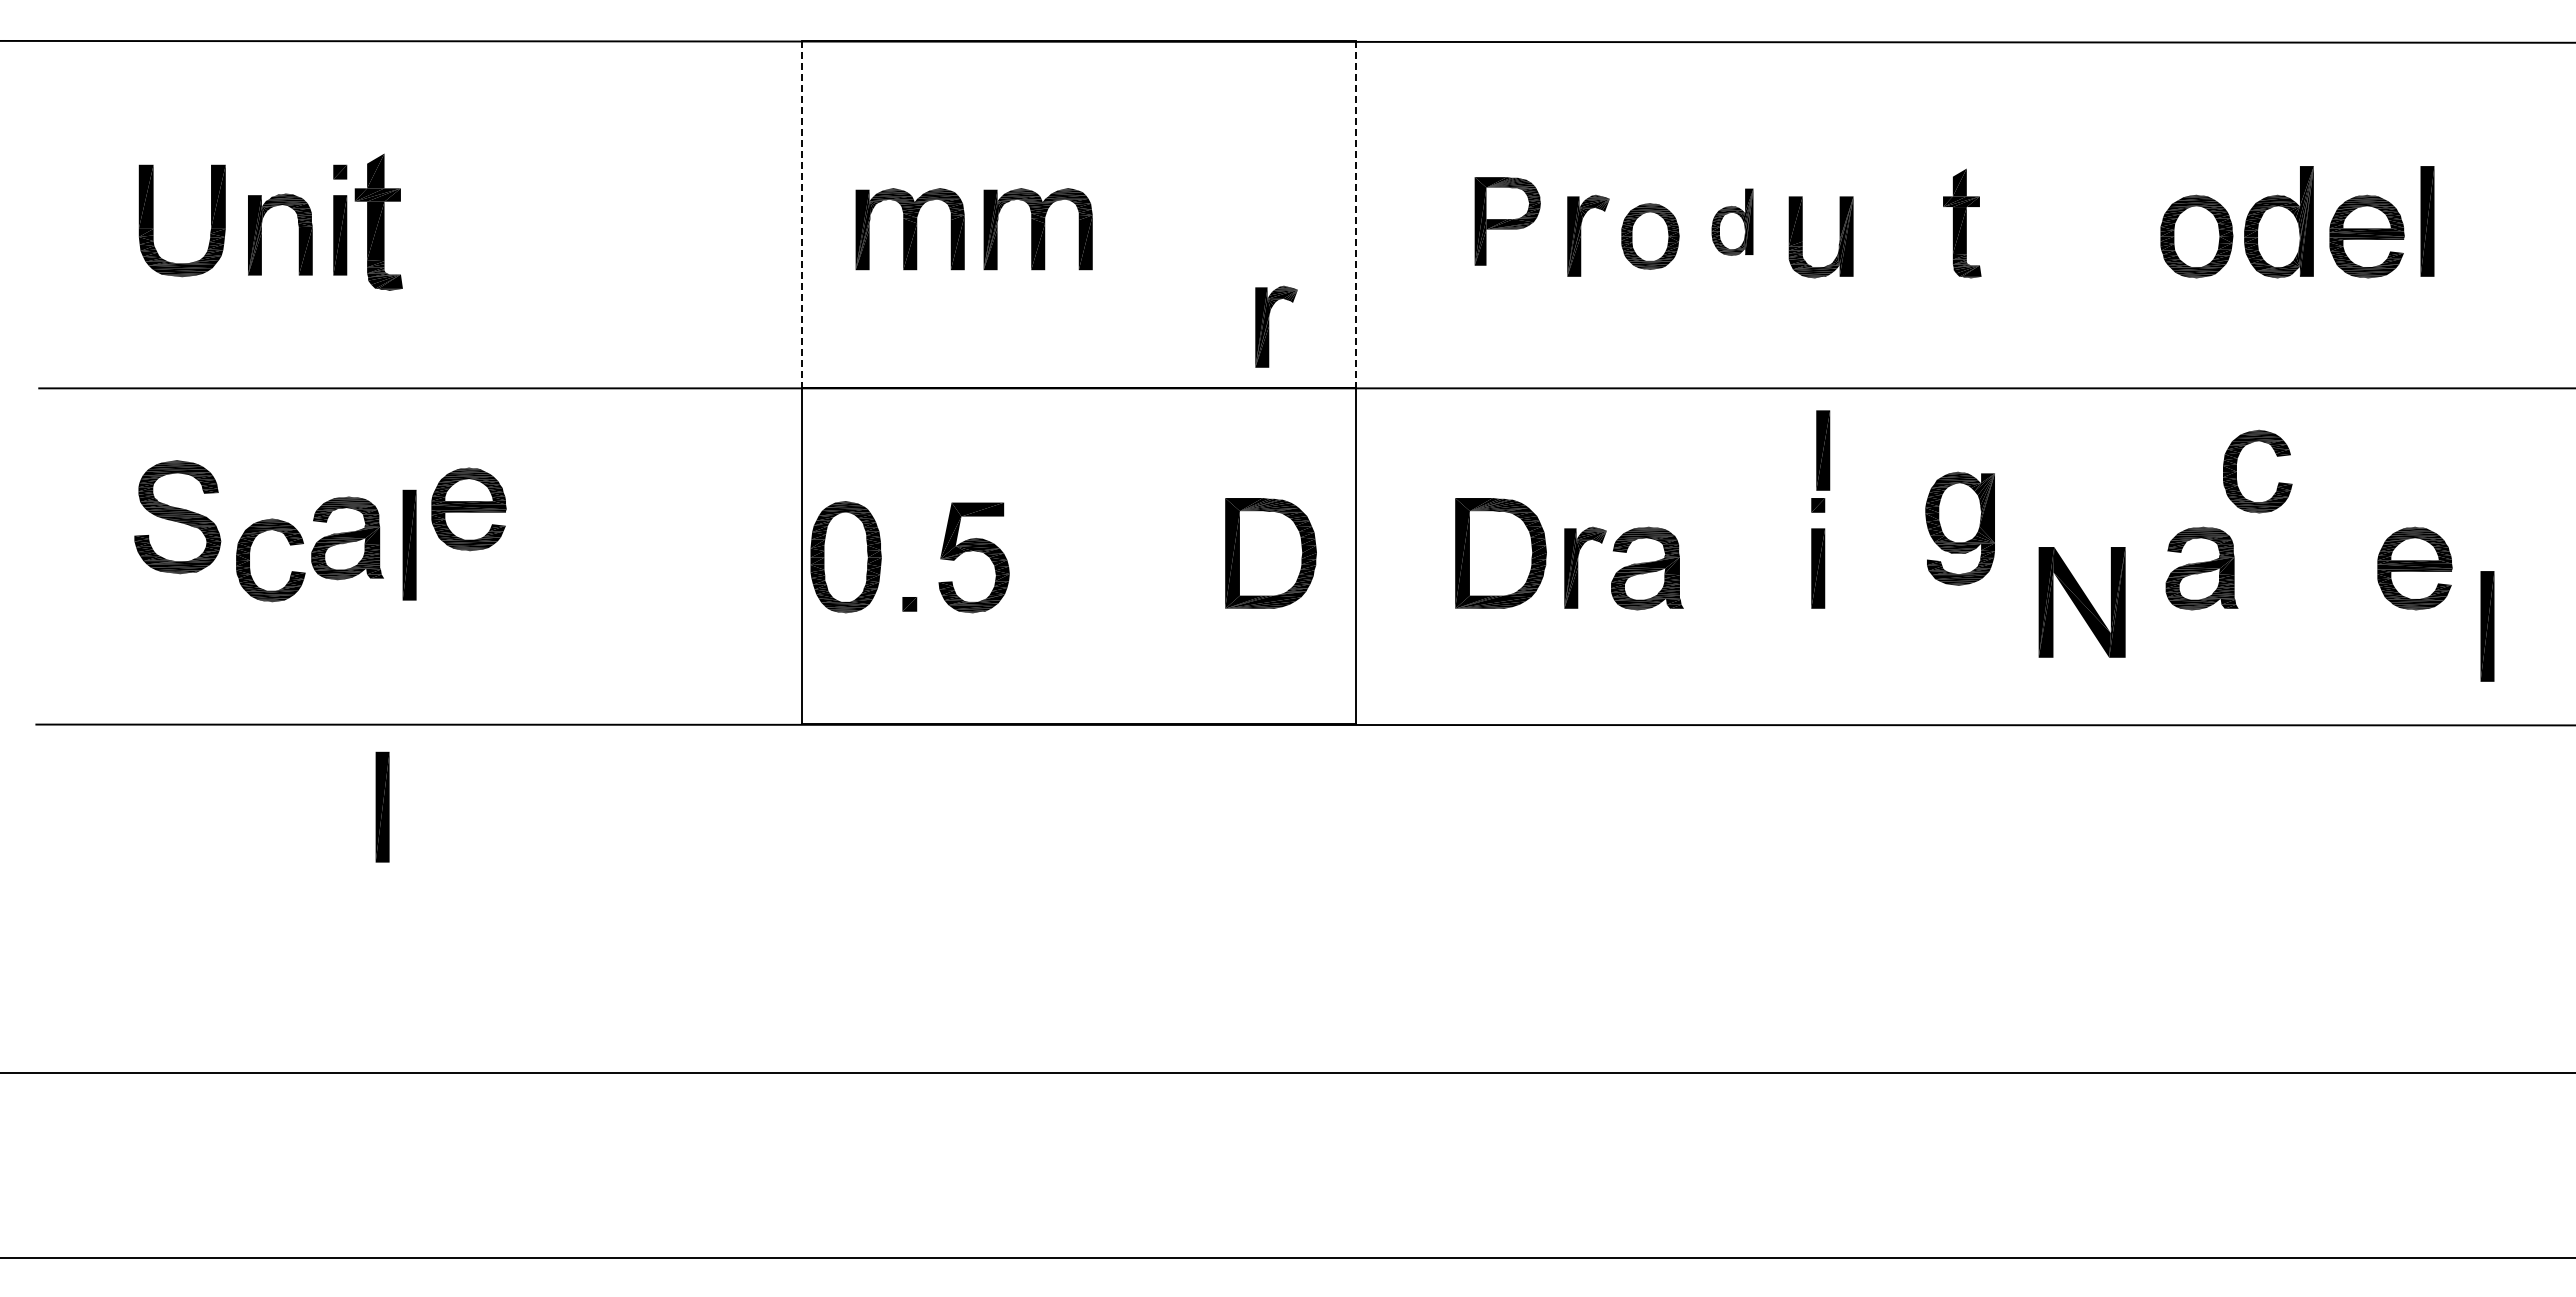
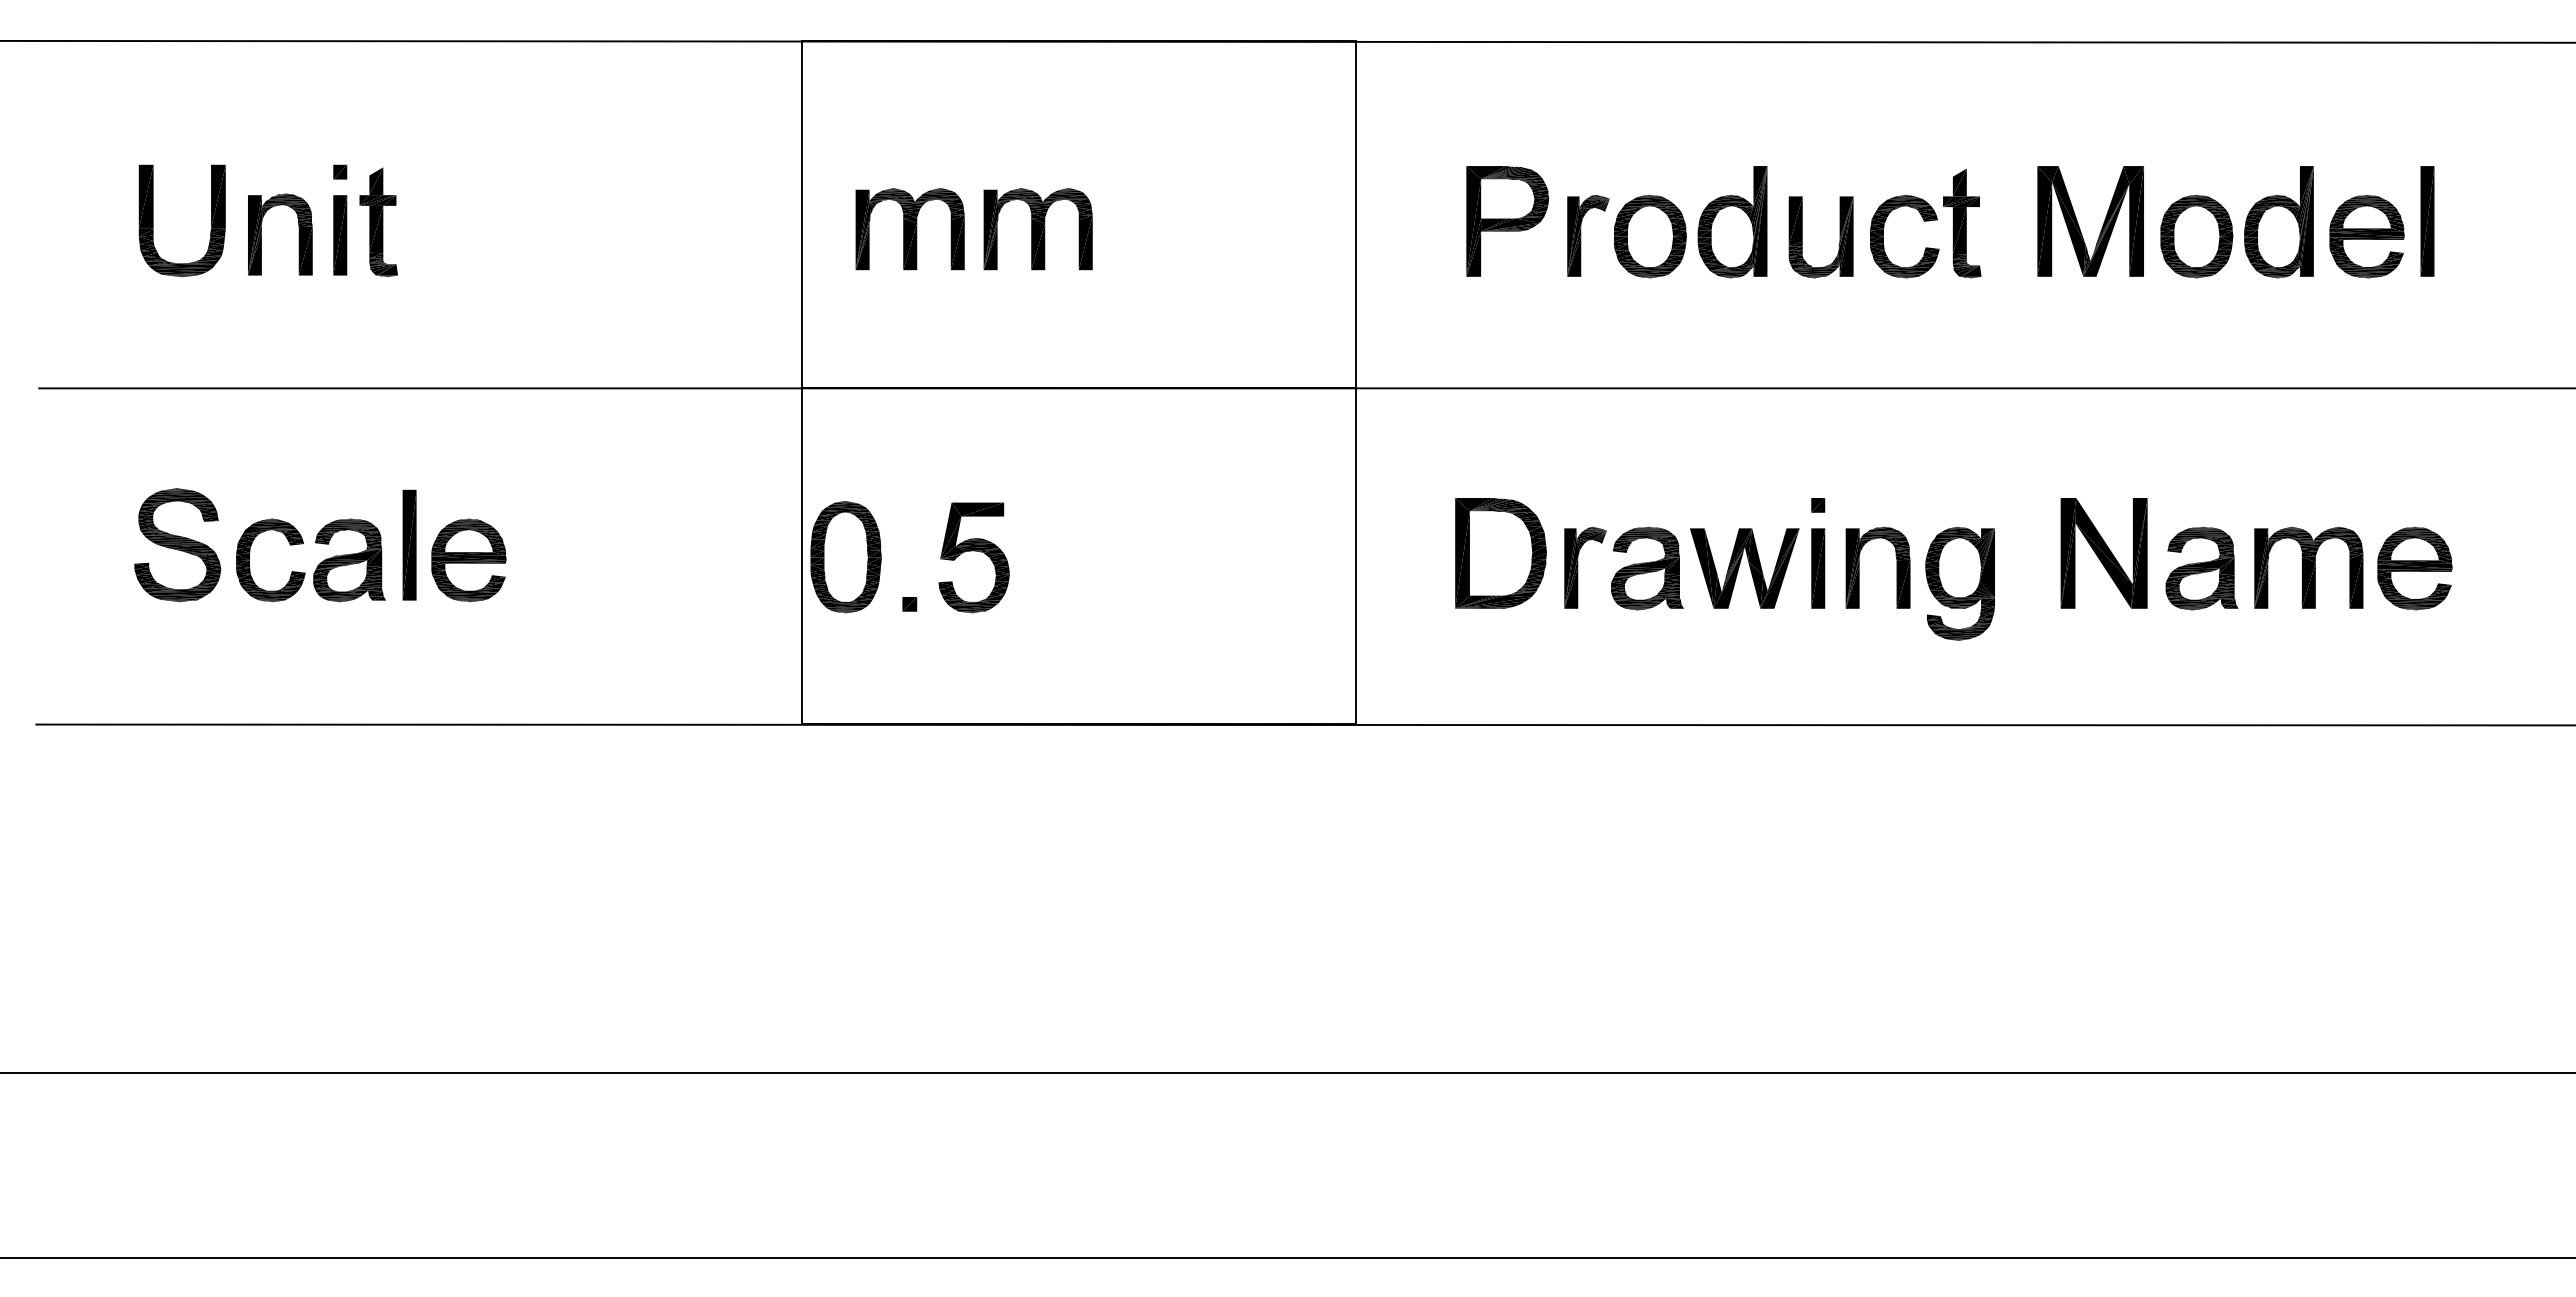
line at (801, 214): dashed -> solid
line at (1355, 214): dashed -> solid
part at (378, 221) size: 49x138 px -> 39x111 px
part at (1507, 221) size: 67x89 px -> 84x111 px
part at (1732, 221) size: 43x68 px -> 71x113 px
part at (2079, 225): none -> present
part at (1650, 236) size: 59x67 px -> 73x85 px
part at (1269, 326): present -> none
part at (1823, 450): present -> none
part at (2236, 471) position: (2236, 471) -> (1883, 236)
part at (468, 509) position: (468, 509) -> (468, 560)
part at (177, 517) position: (177, 517) -> (177, 545)
part at (1959, 528) position: (1959, 528) -> (1959, 583)
part at (347, 538) position: (347, 538) -> (349, 560)
part at (1270, 553): present -> none
part at (1859, 567): none -> present
part at (2308, 567): none -> present
part at (1744, 568): none -> present
part at (2081, 602) position: (2081, 602) -> (2103, 553)
part at (2487, 626): present -> none
part at (382, 806): present -> none
